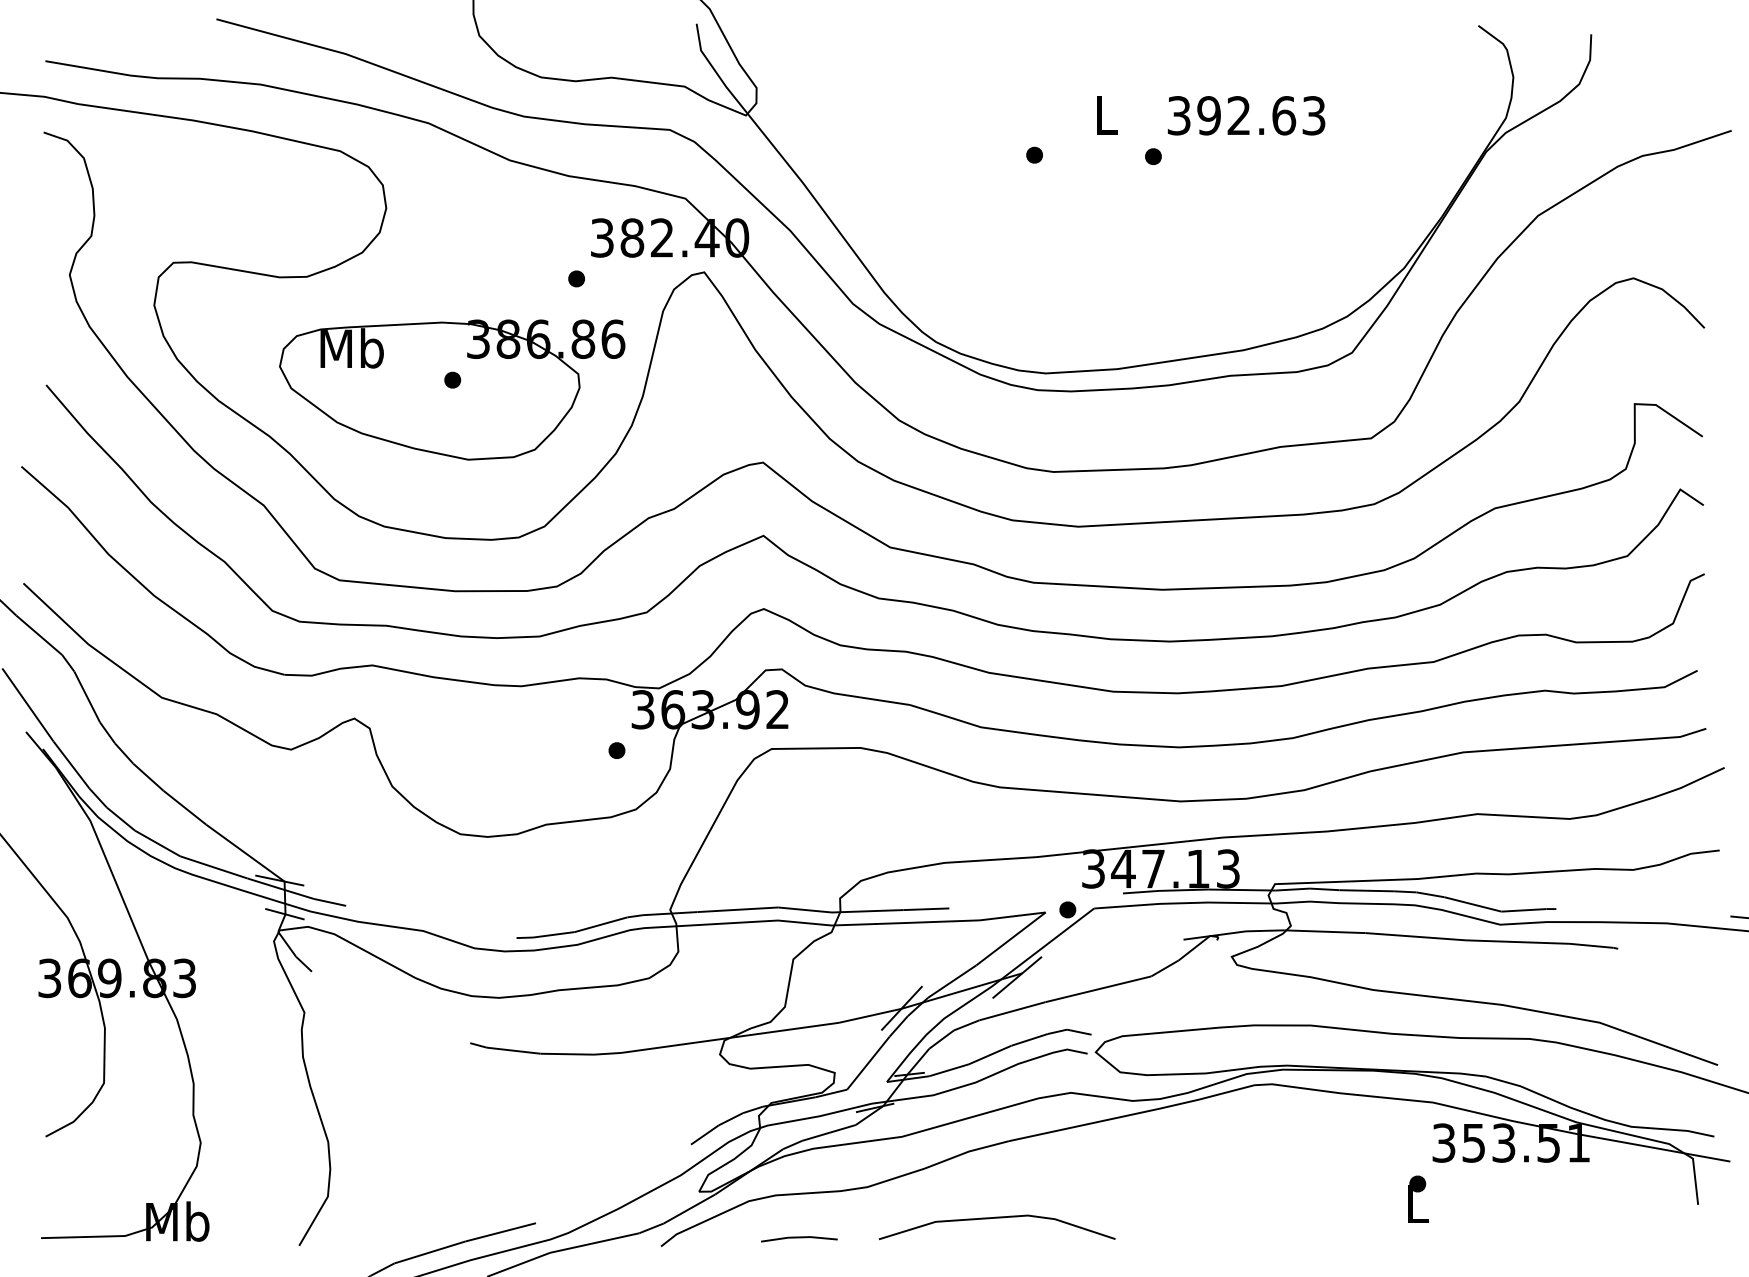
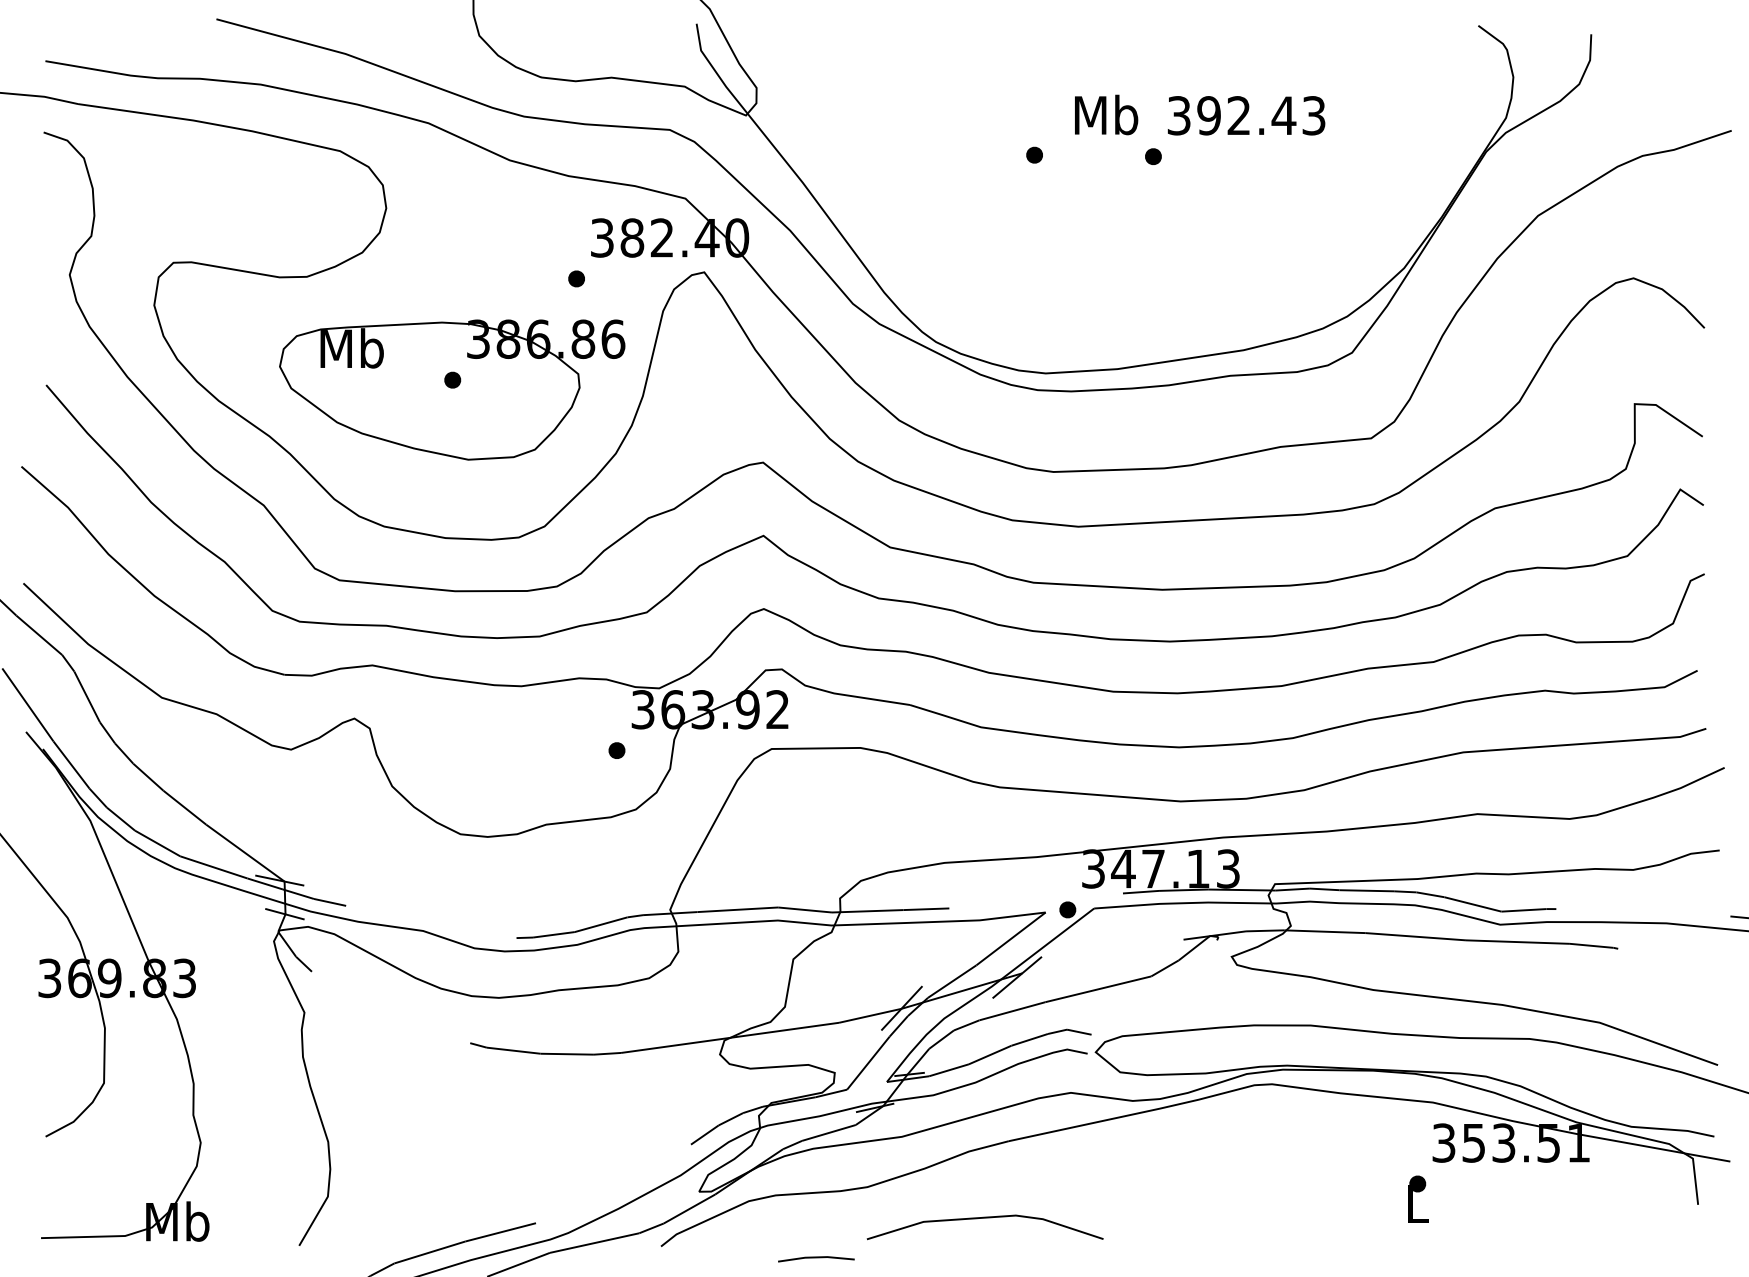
text at (1106, 114): L -> Mb
text at (1283, 115): 392.63 -> 392.43
line at (996, 1218) position: (996, 1218) -> (984, 1218)
line at (799, 1238) position: (799, 1238) -> (816, 1258)
